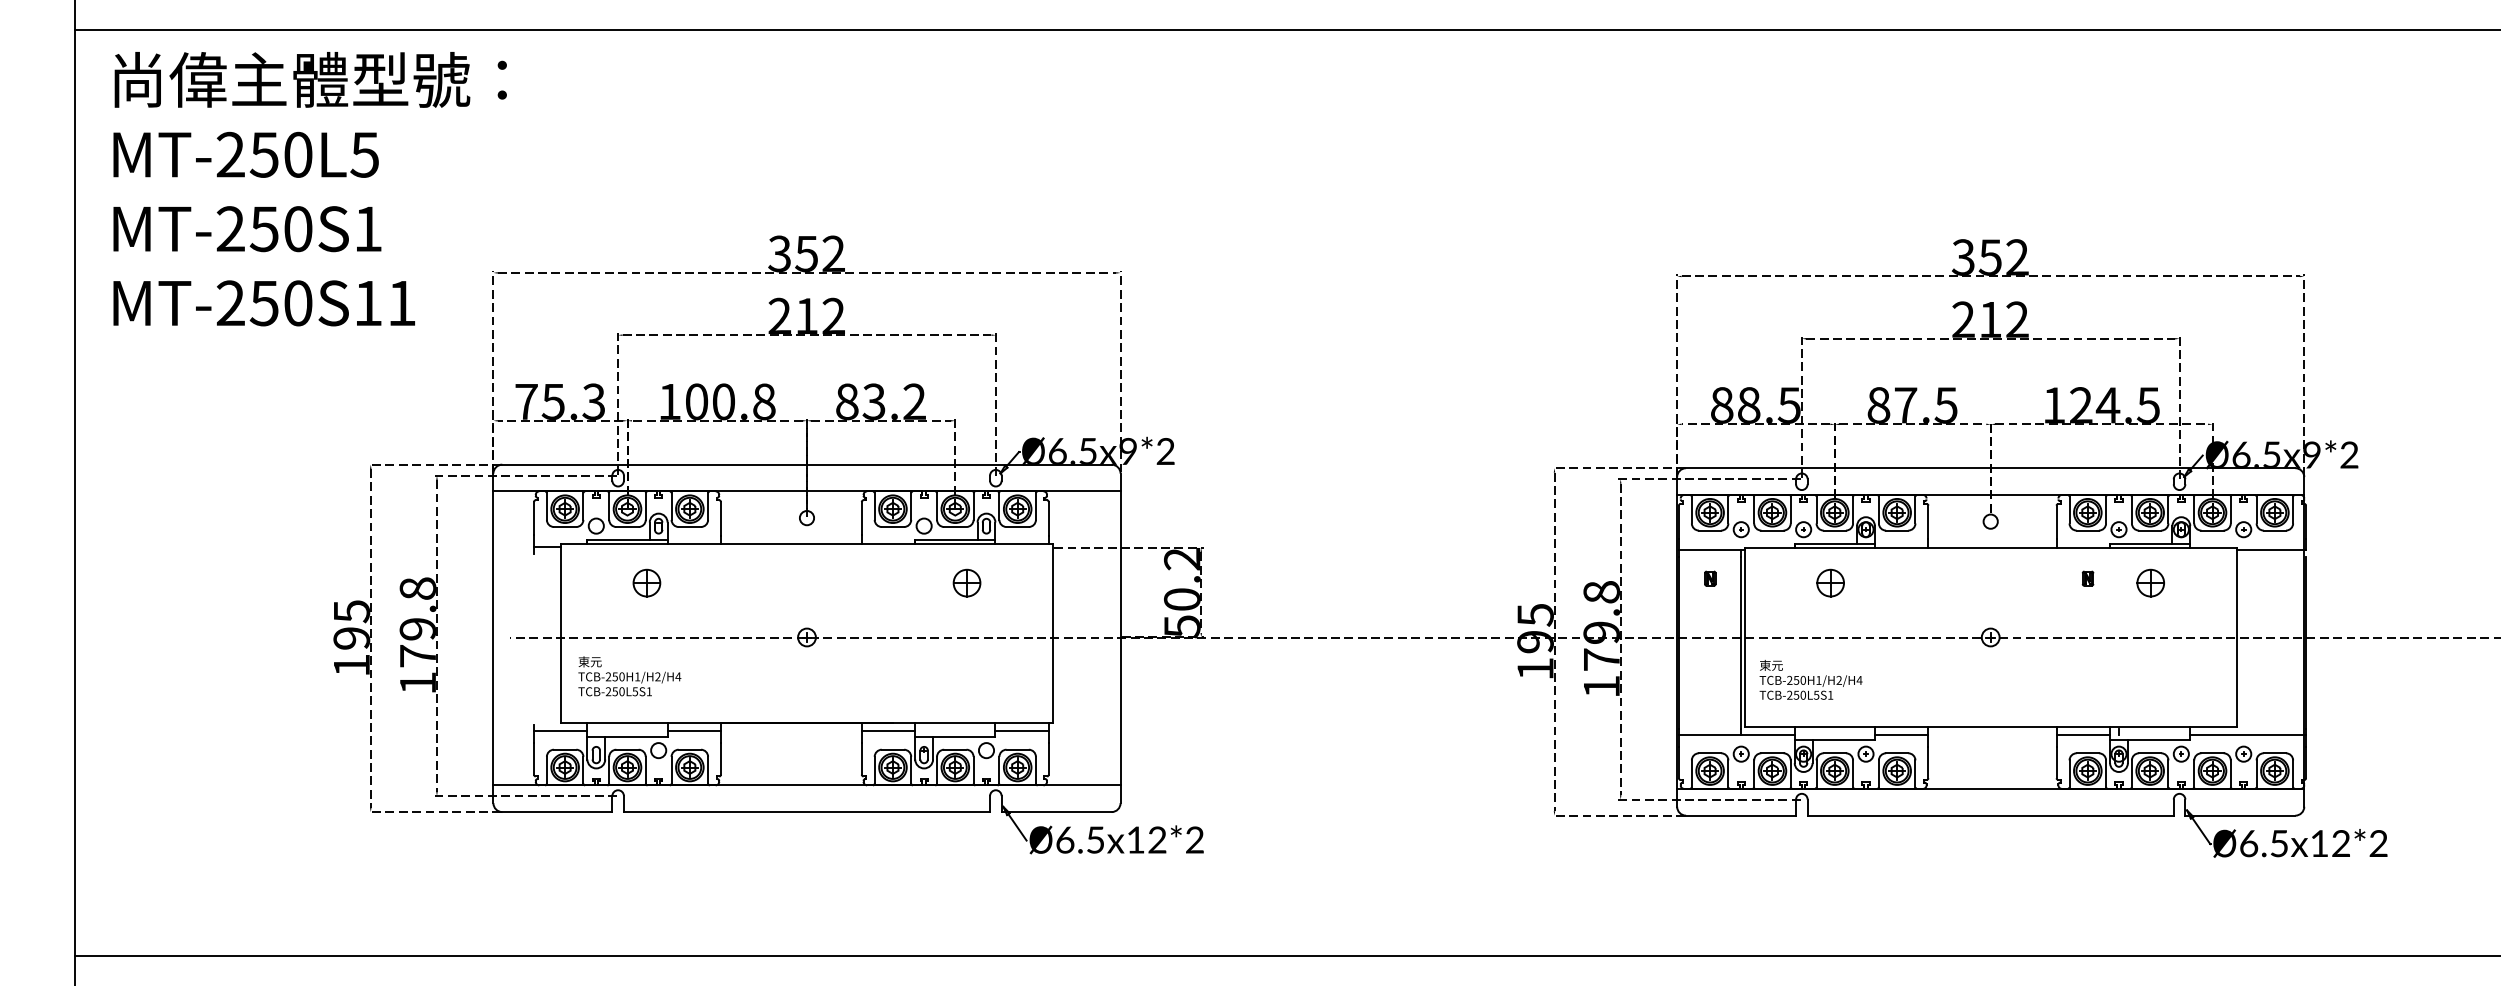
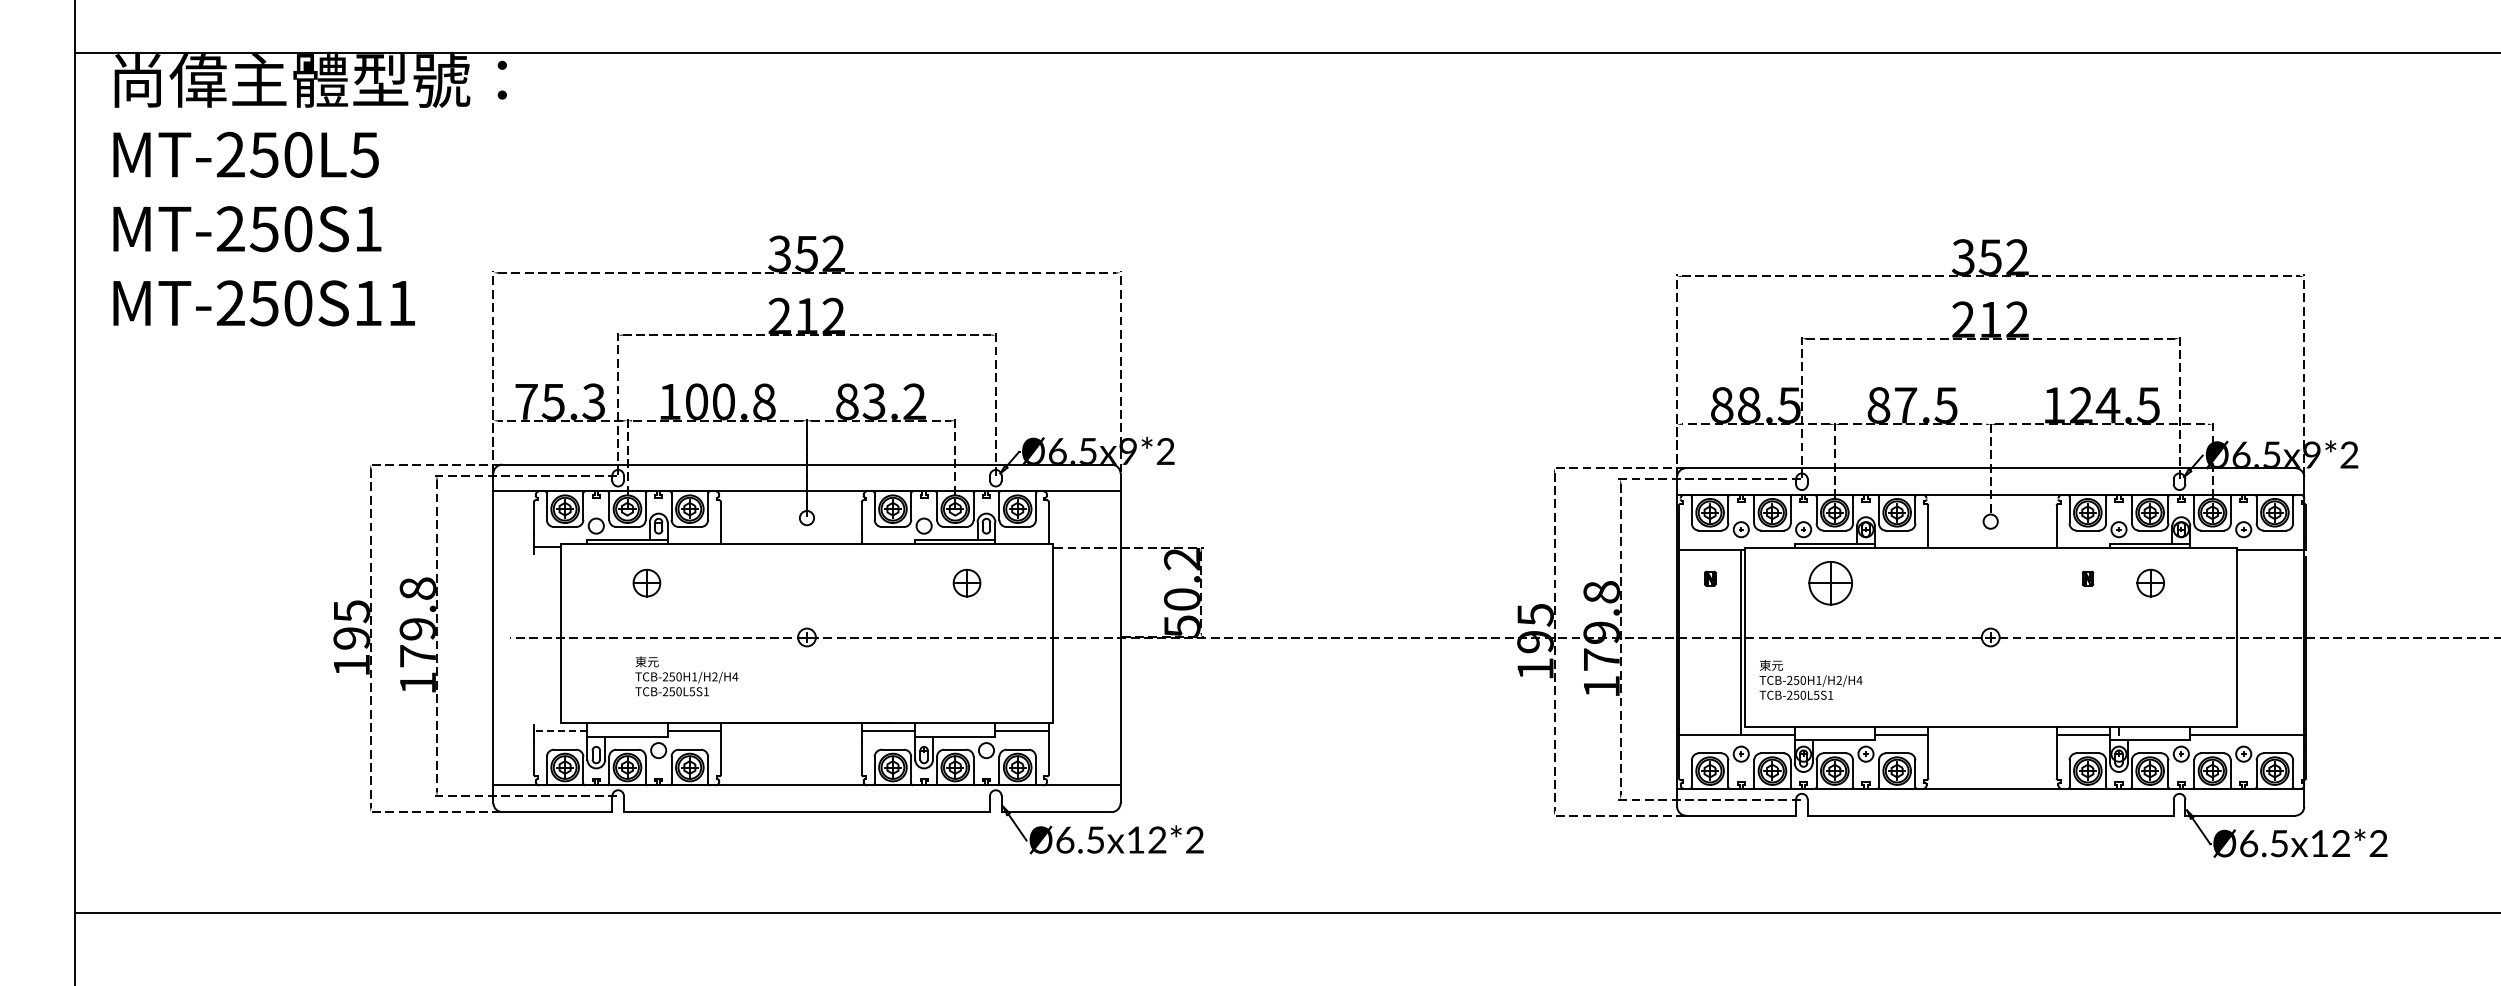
line at (1286, 29) position: (1286, 29) -> (1286, 52)
part at (1830, 582) size: 29x30 px -> 45x45 px
text at (629, 676) position: (629, 676) -> (686, 676)
line at (560, 731): solid -> dashed
line at (1286, 956) position: (1286, 956) -> (1286, 913)
